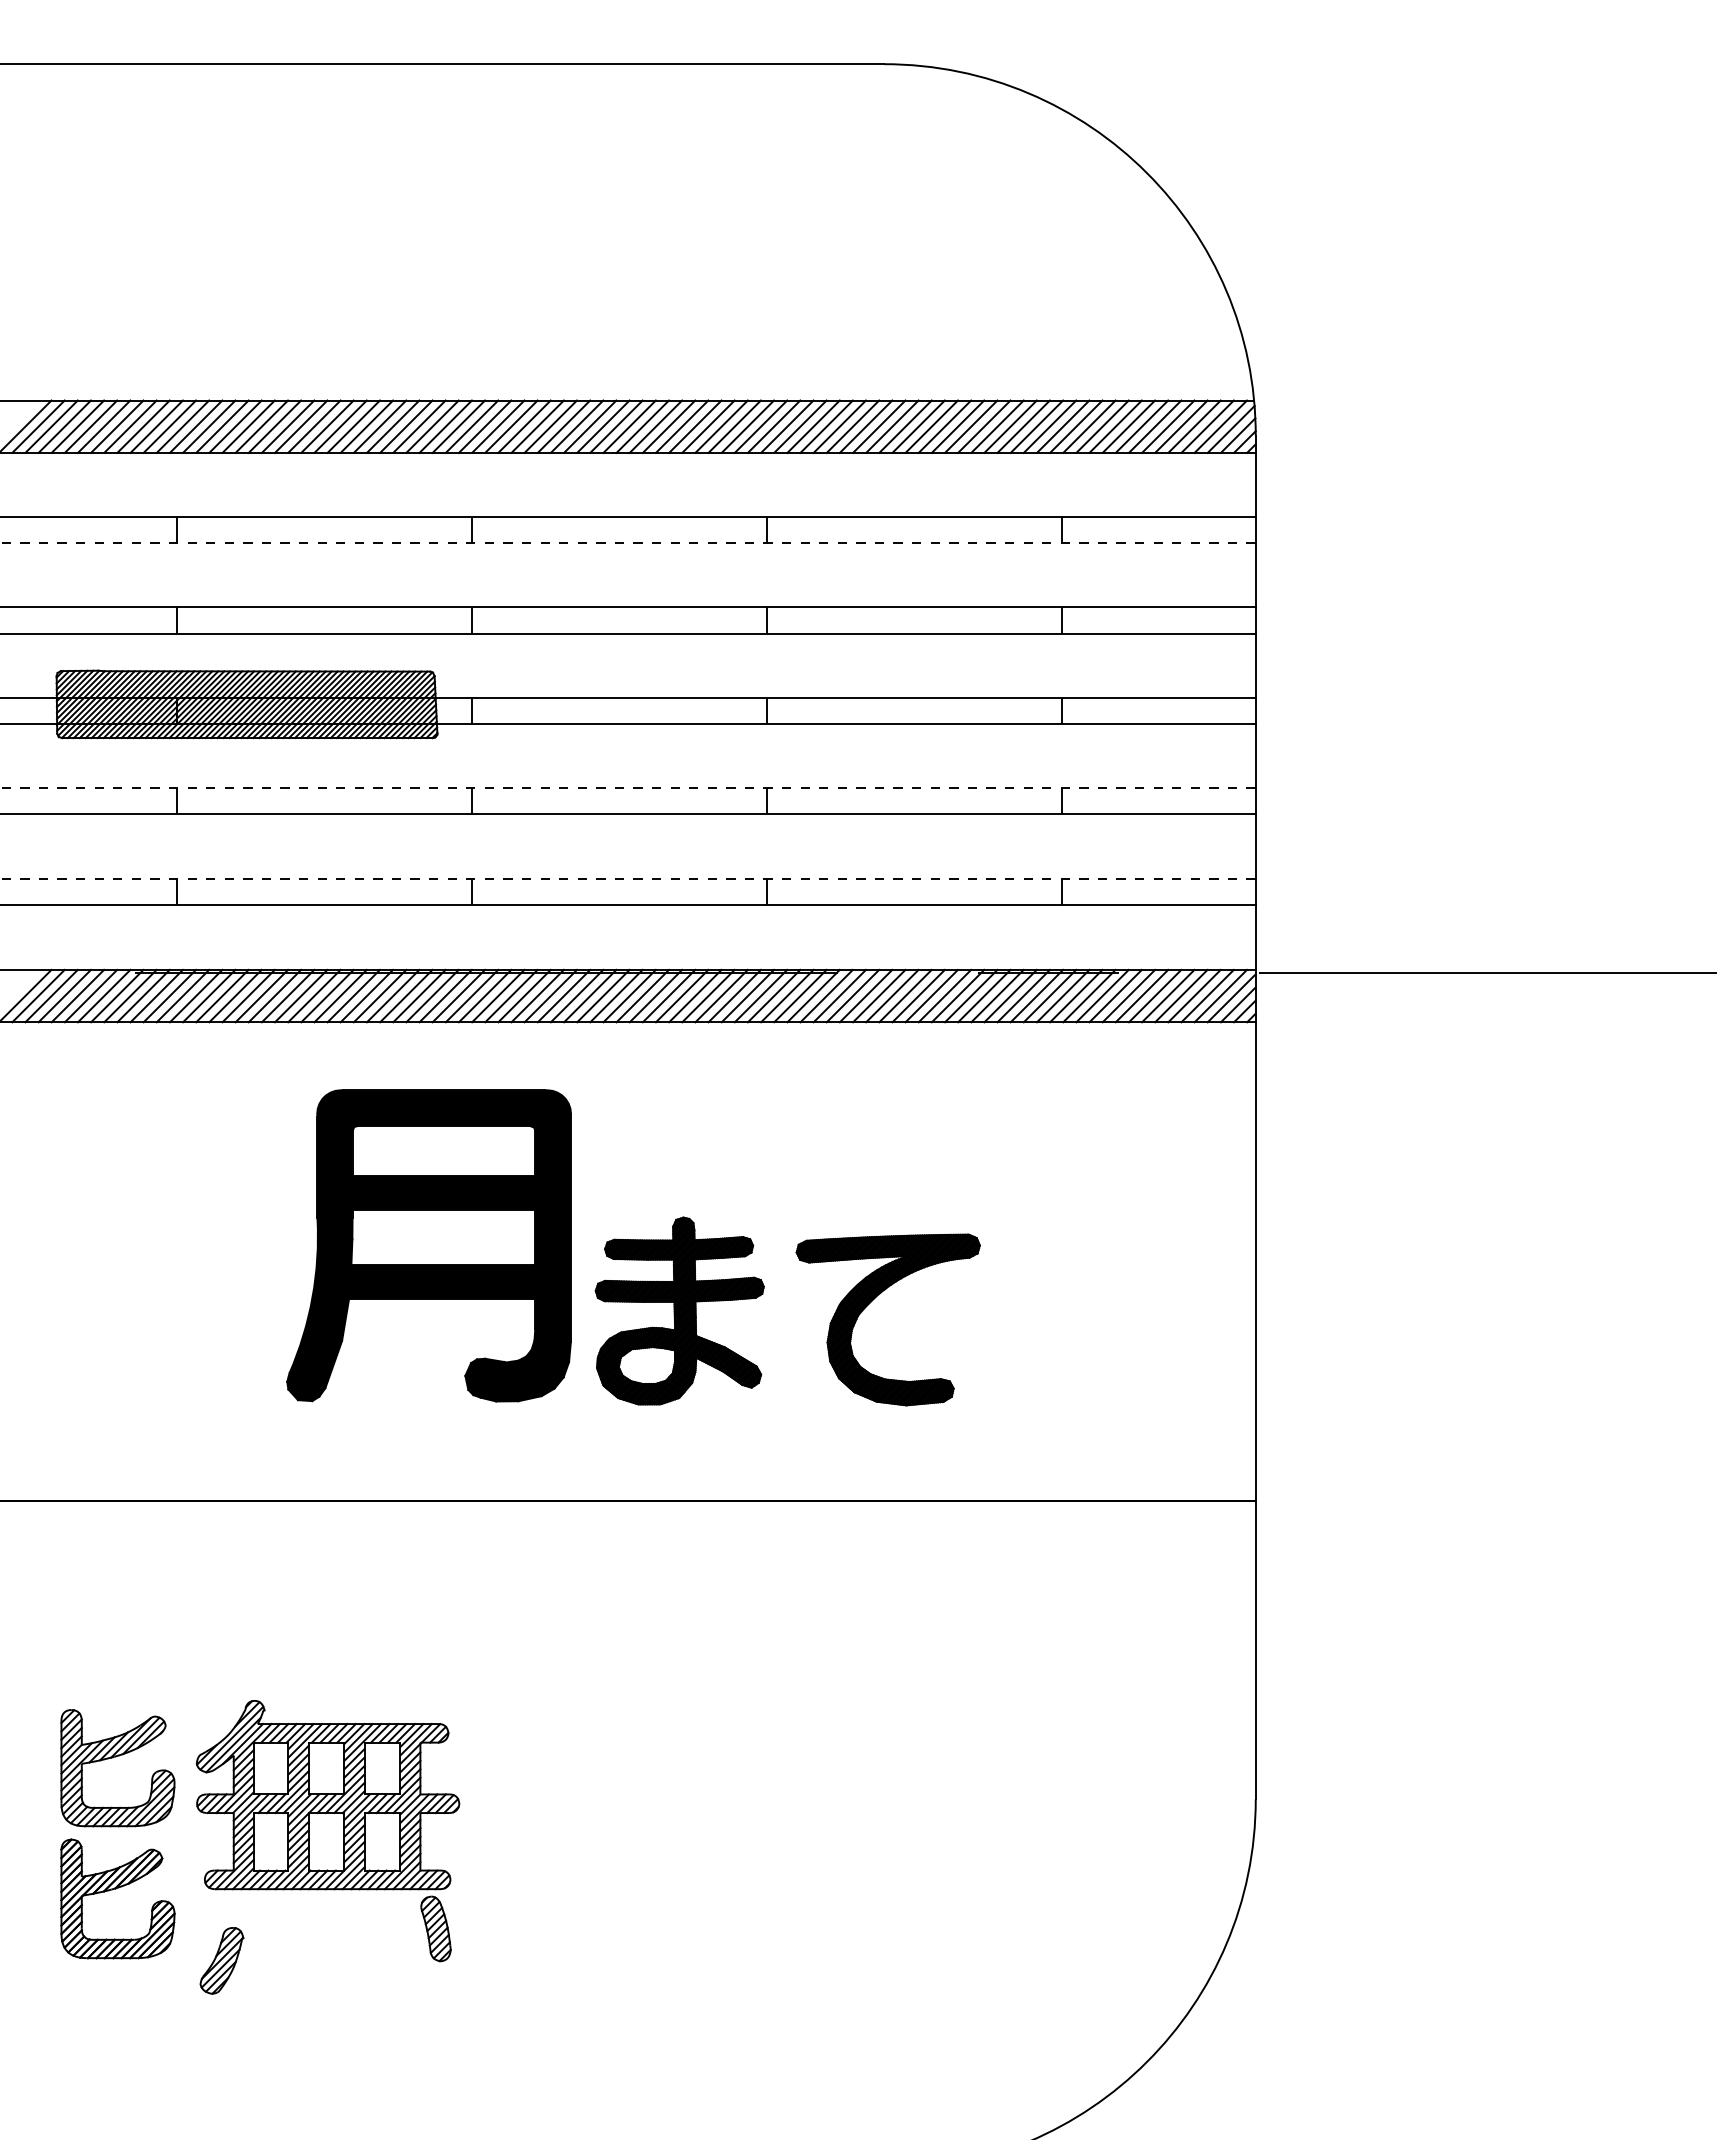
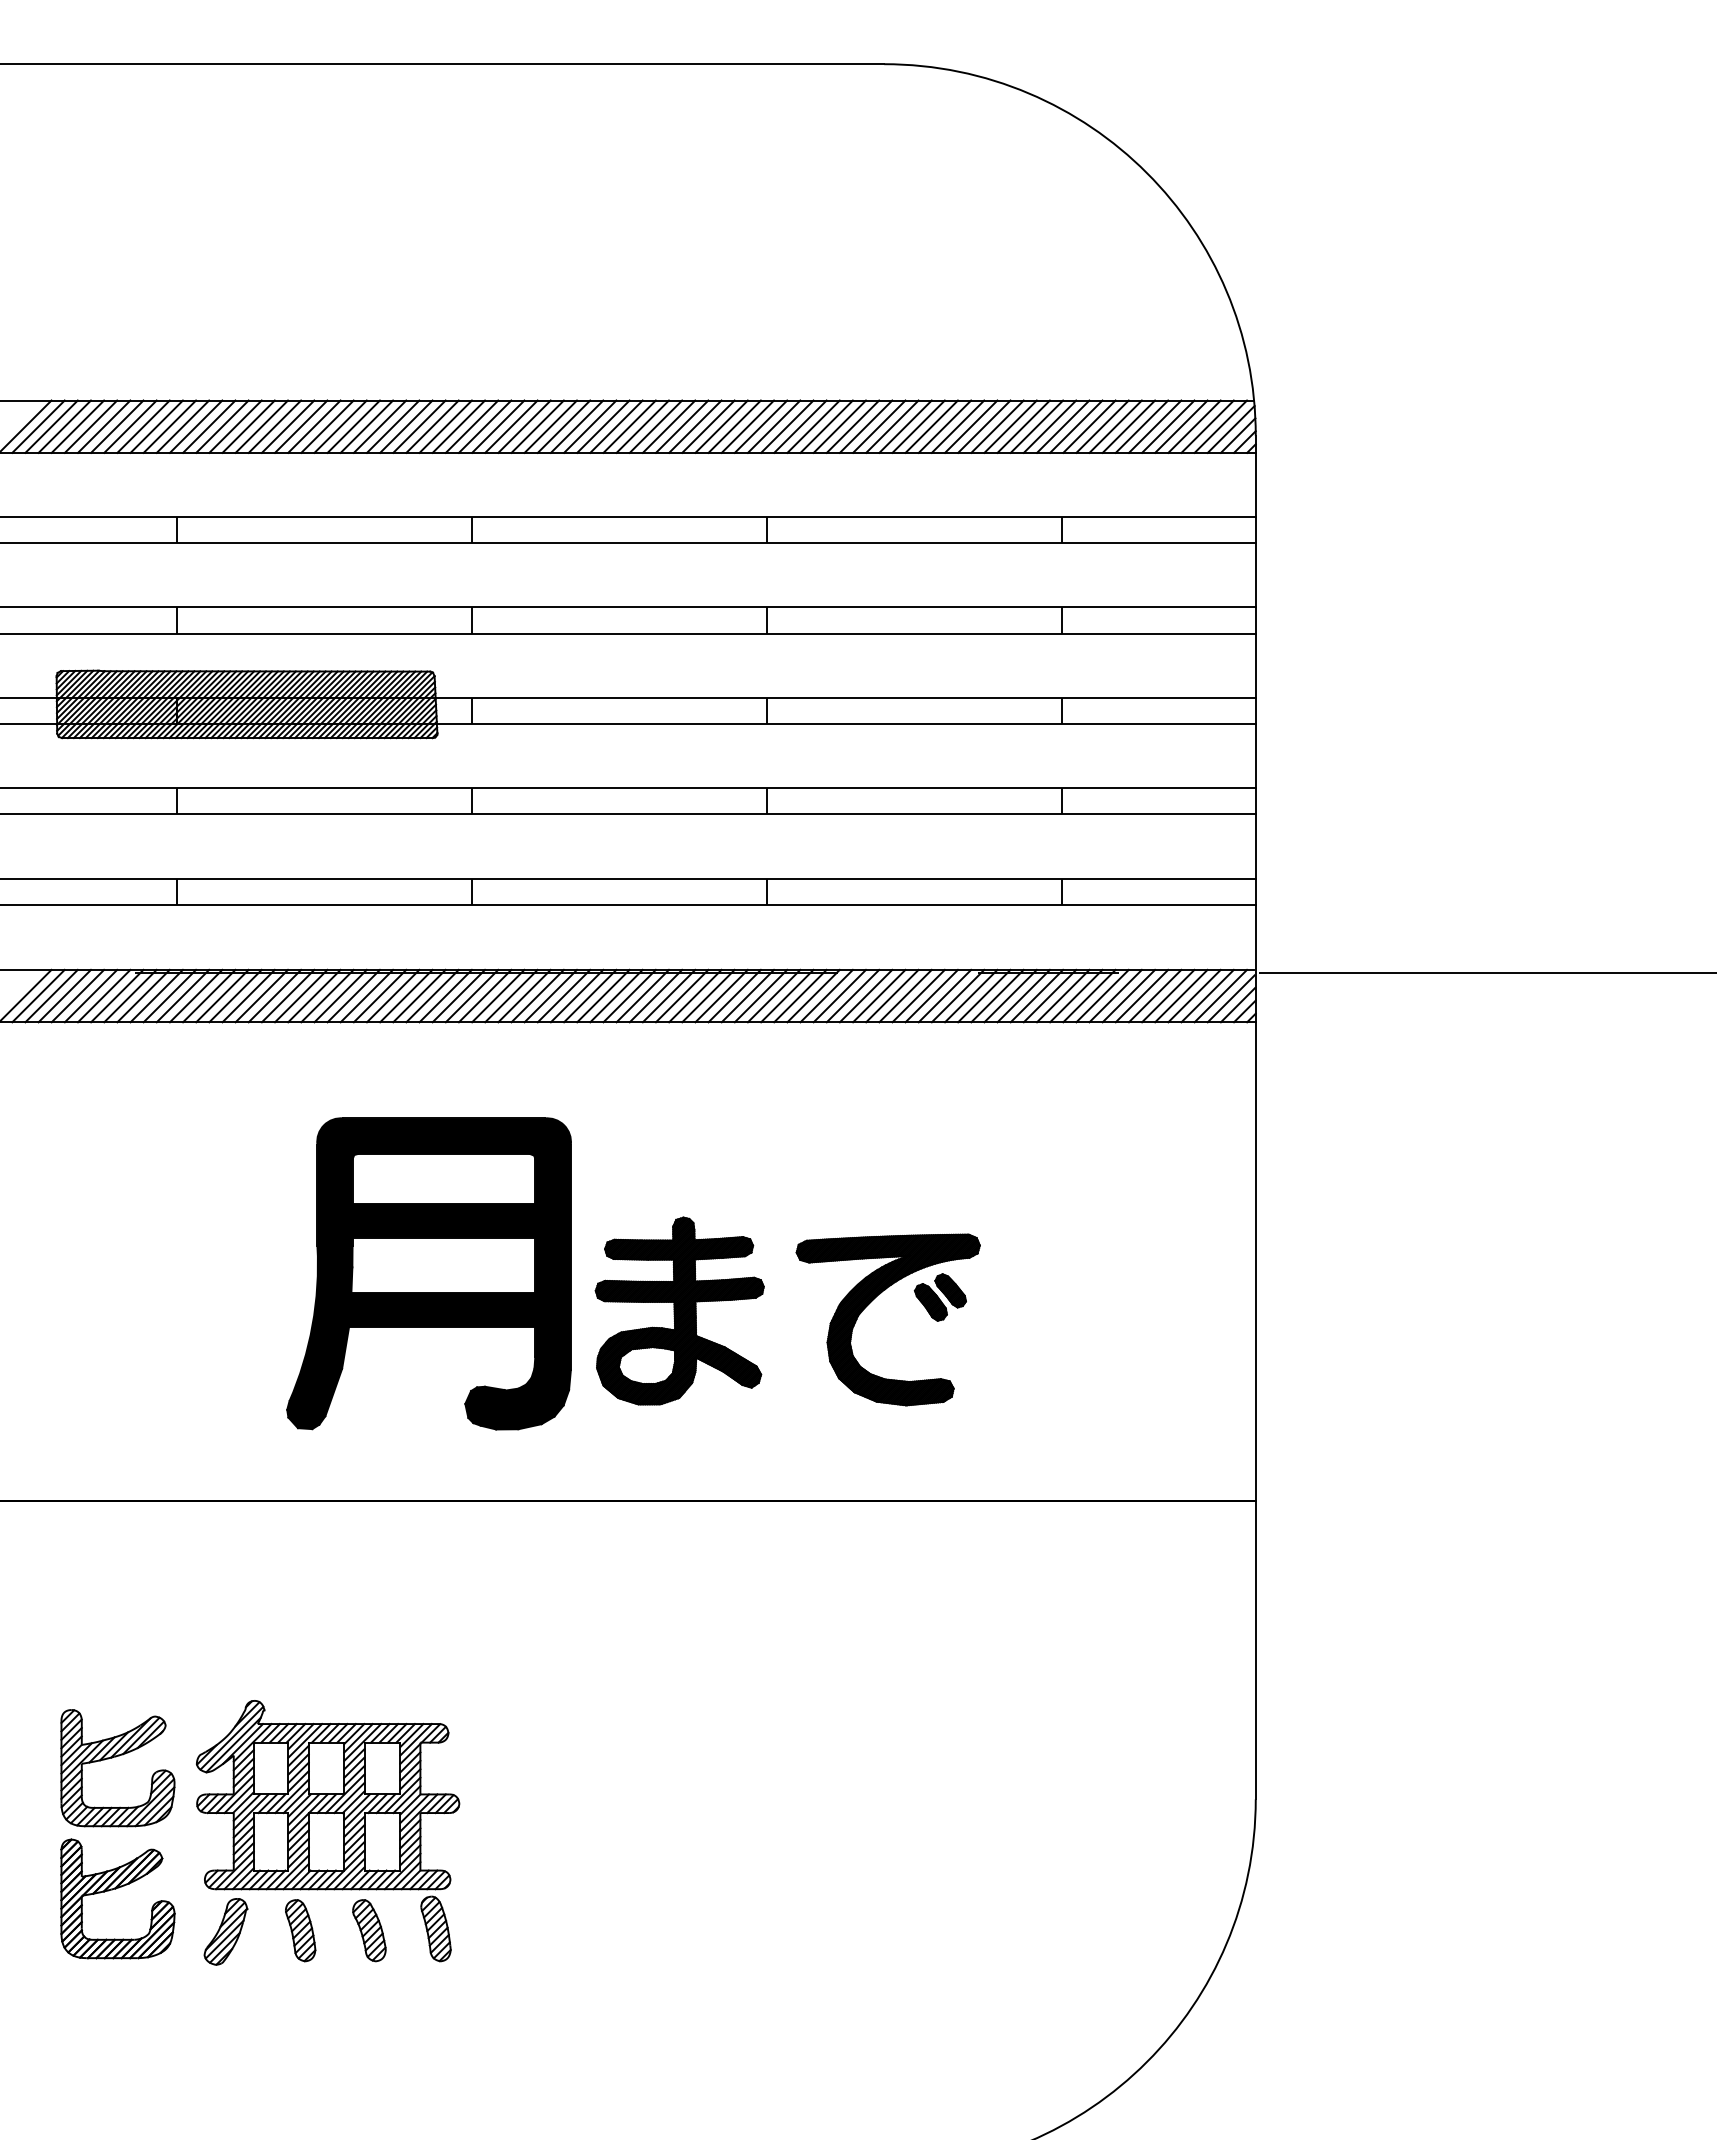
line at (627, 543): dashed -> solid
line at (627, 788): dashed -> solid
line at (627, 878): dashed -> solid
part at (428, 1245) position: (428, 1245) -> (428, 1273)
part at (939, 1297): none -> present
part at (300, 1930): none -> present
part at (369, 1930): none -> present
part at (221, 1960) position: (221, 1960) -> (225, 1931)
